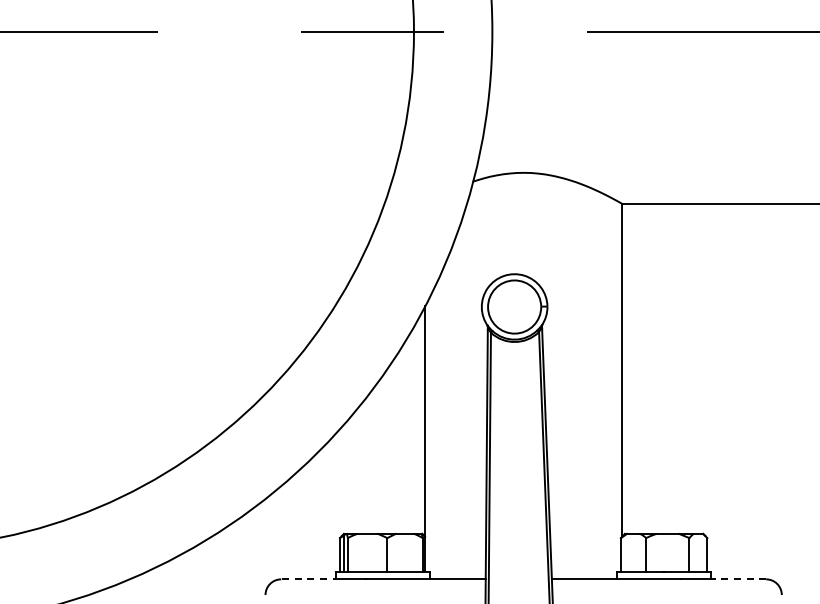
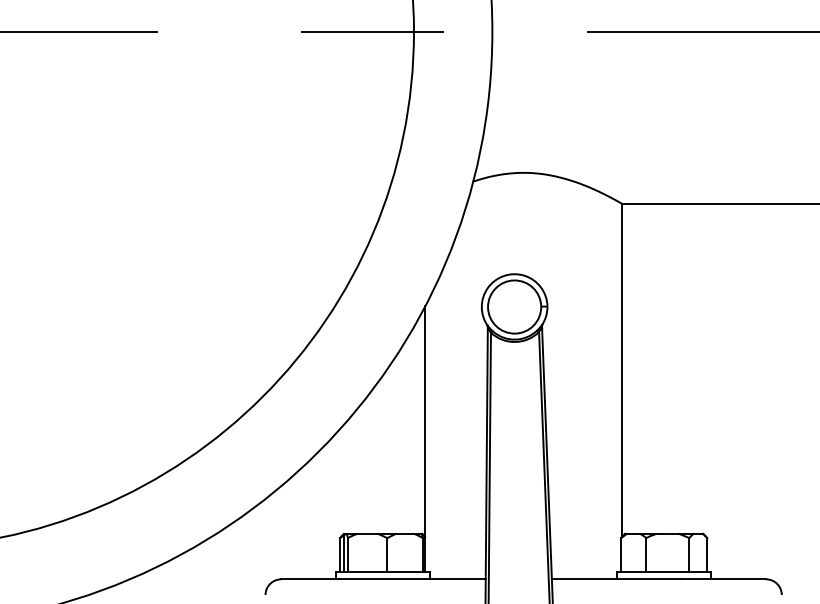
line at (309, 579): dashed -> solid
line at (736, 579): dashed -> solid
